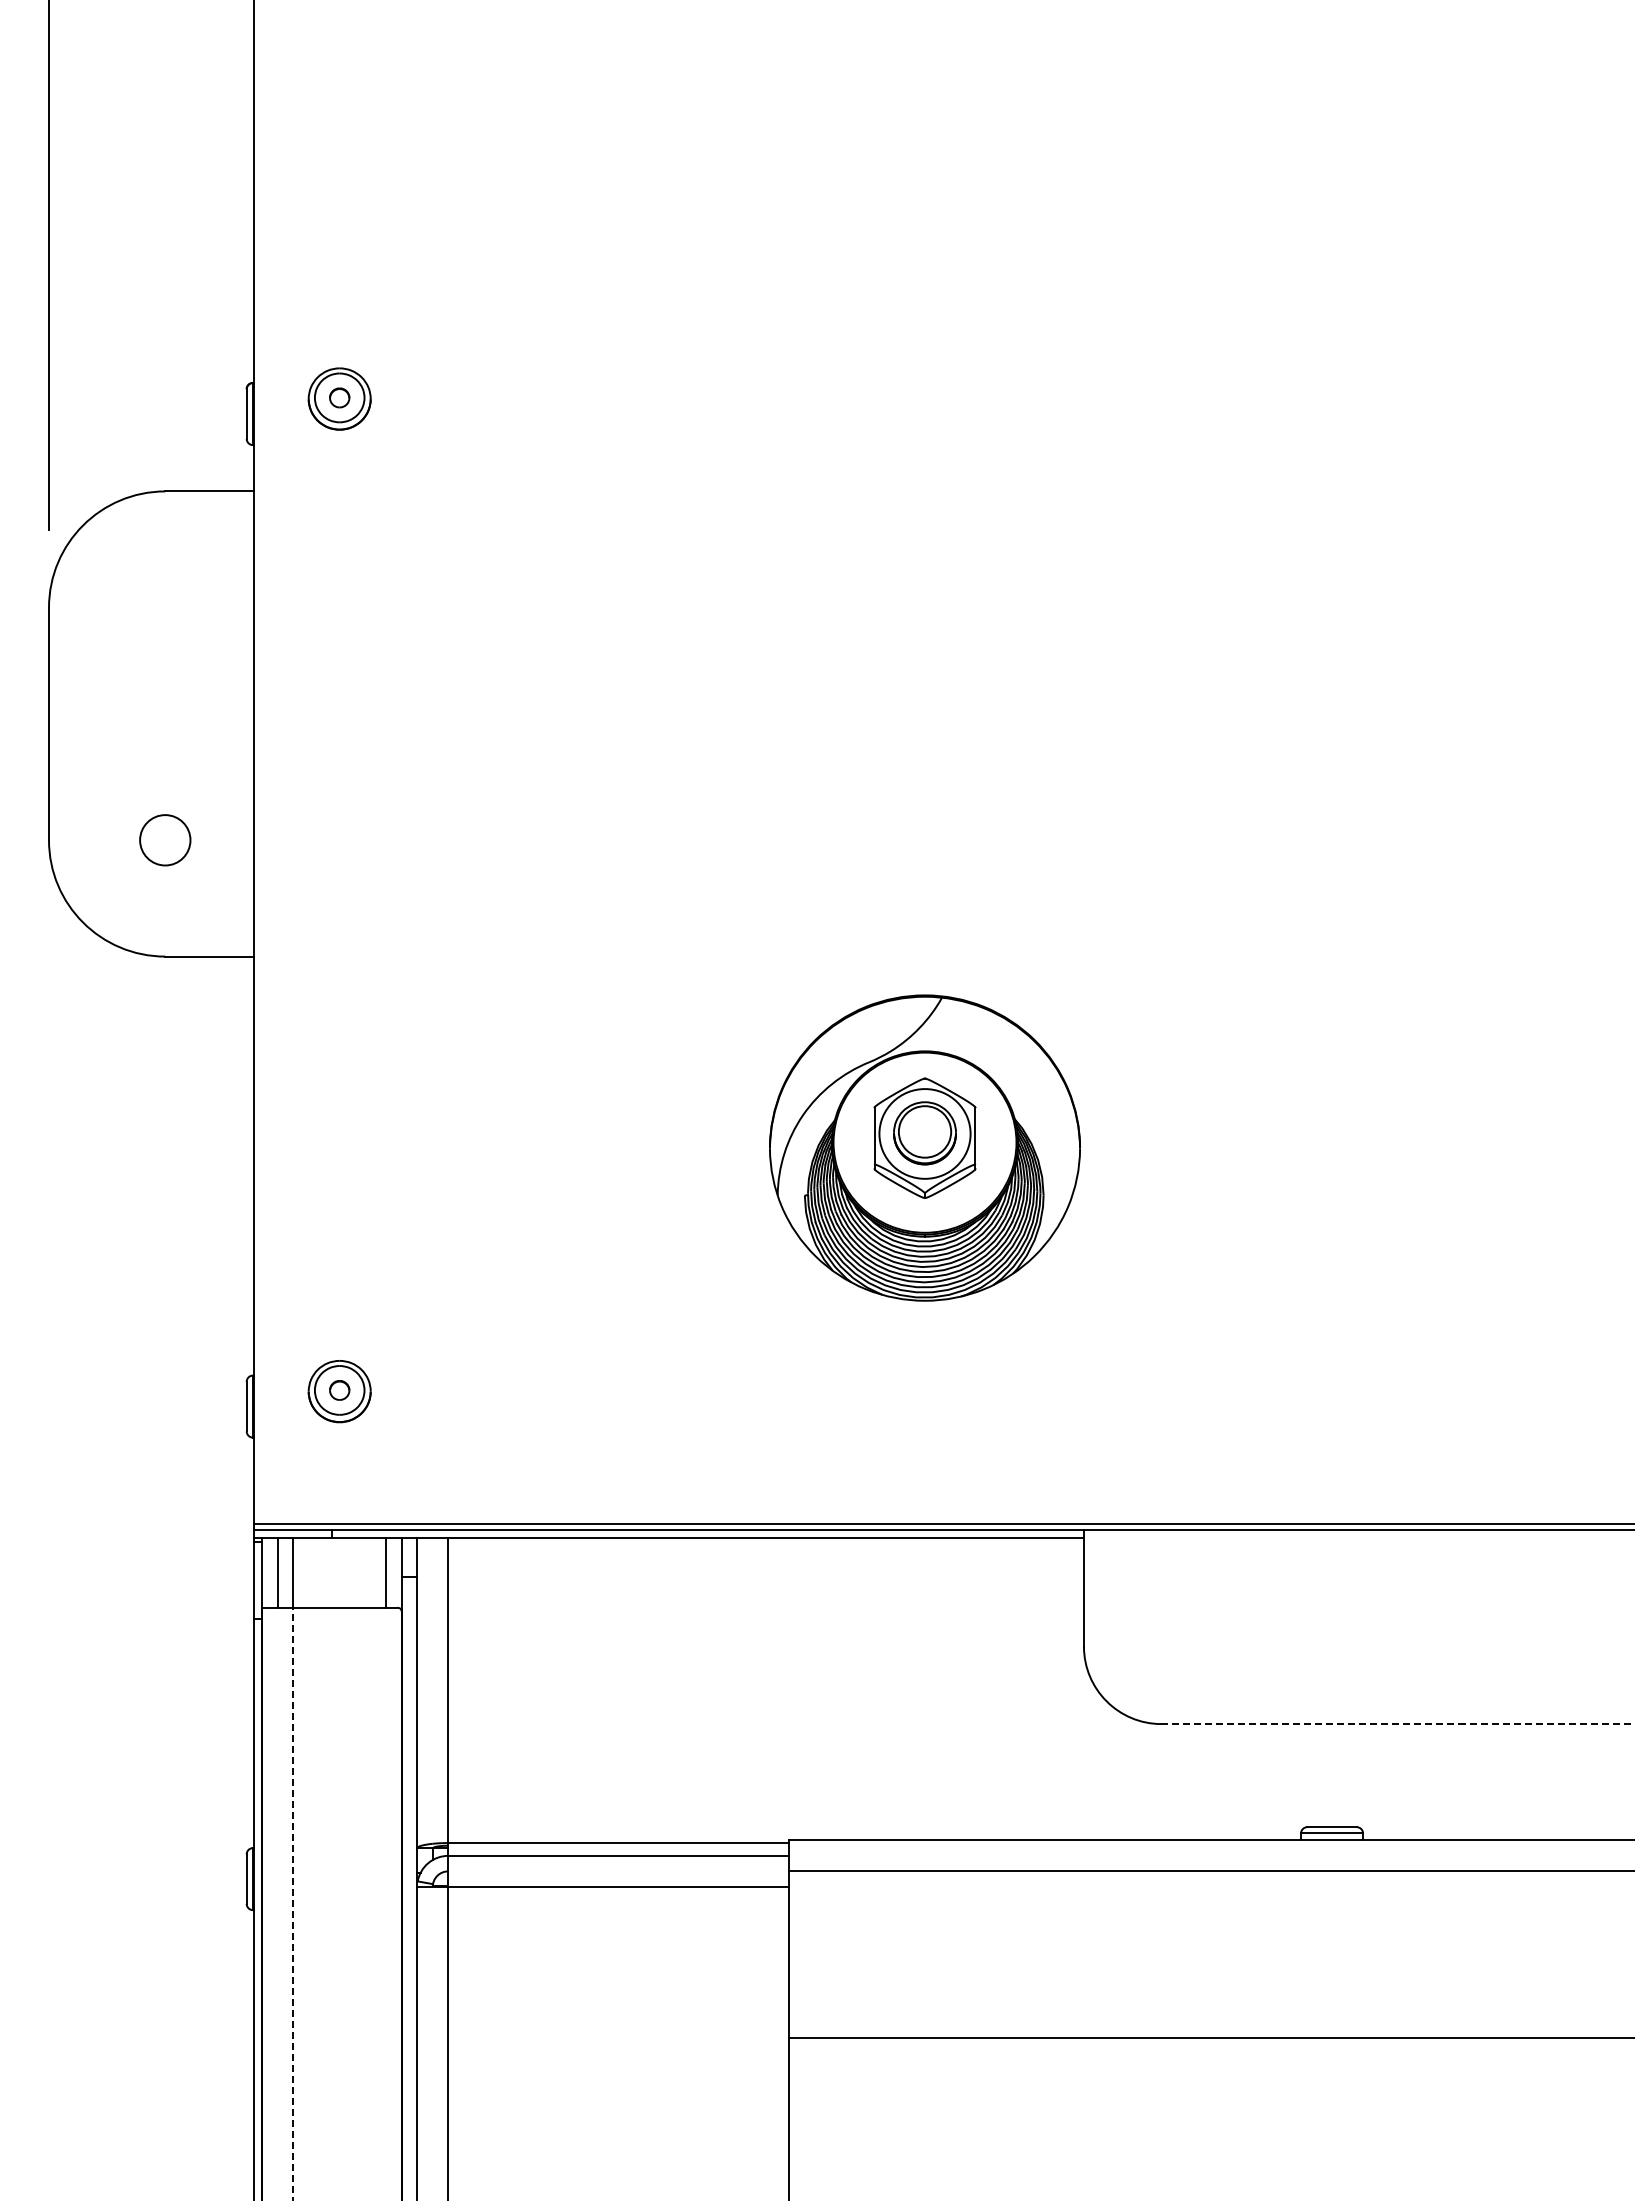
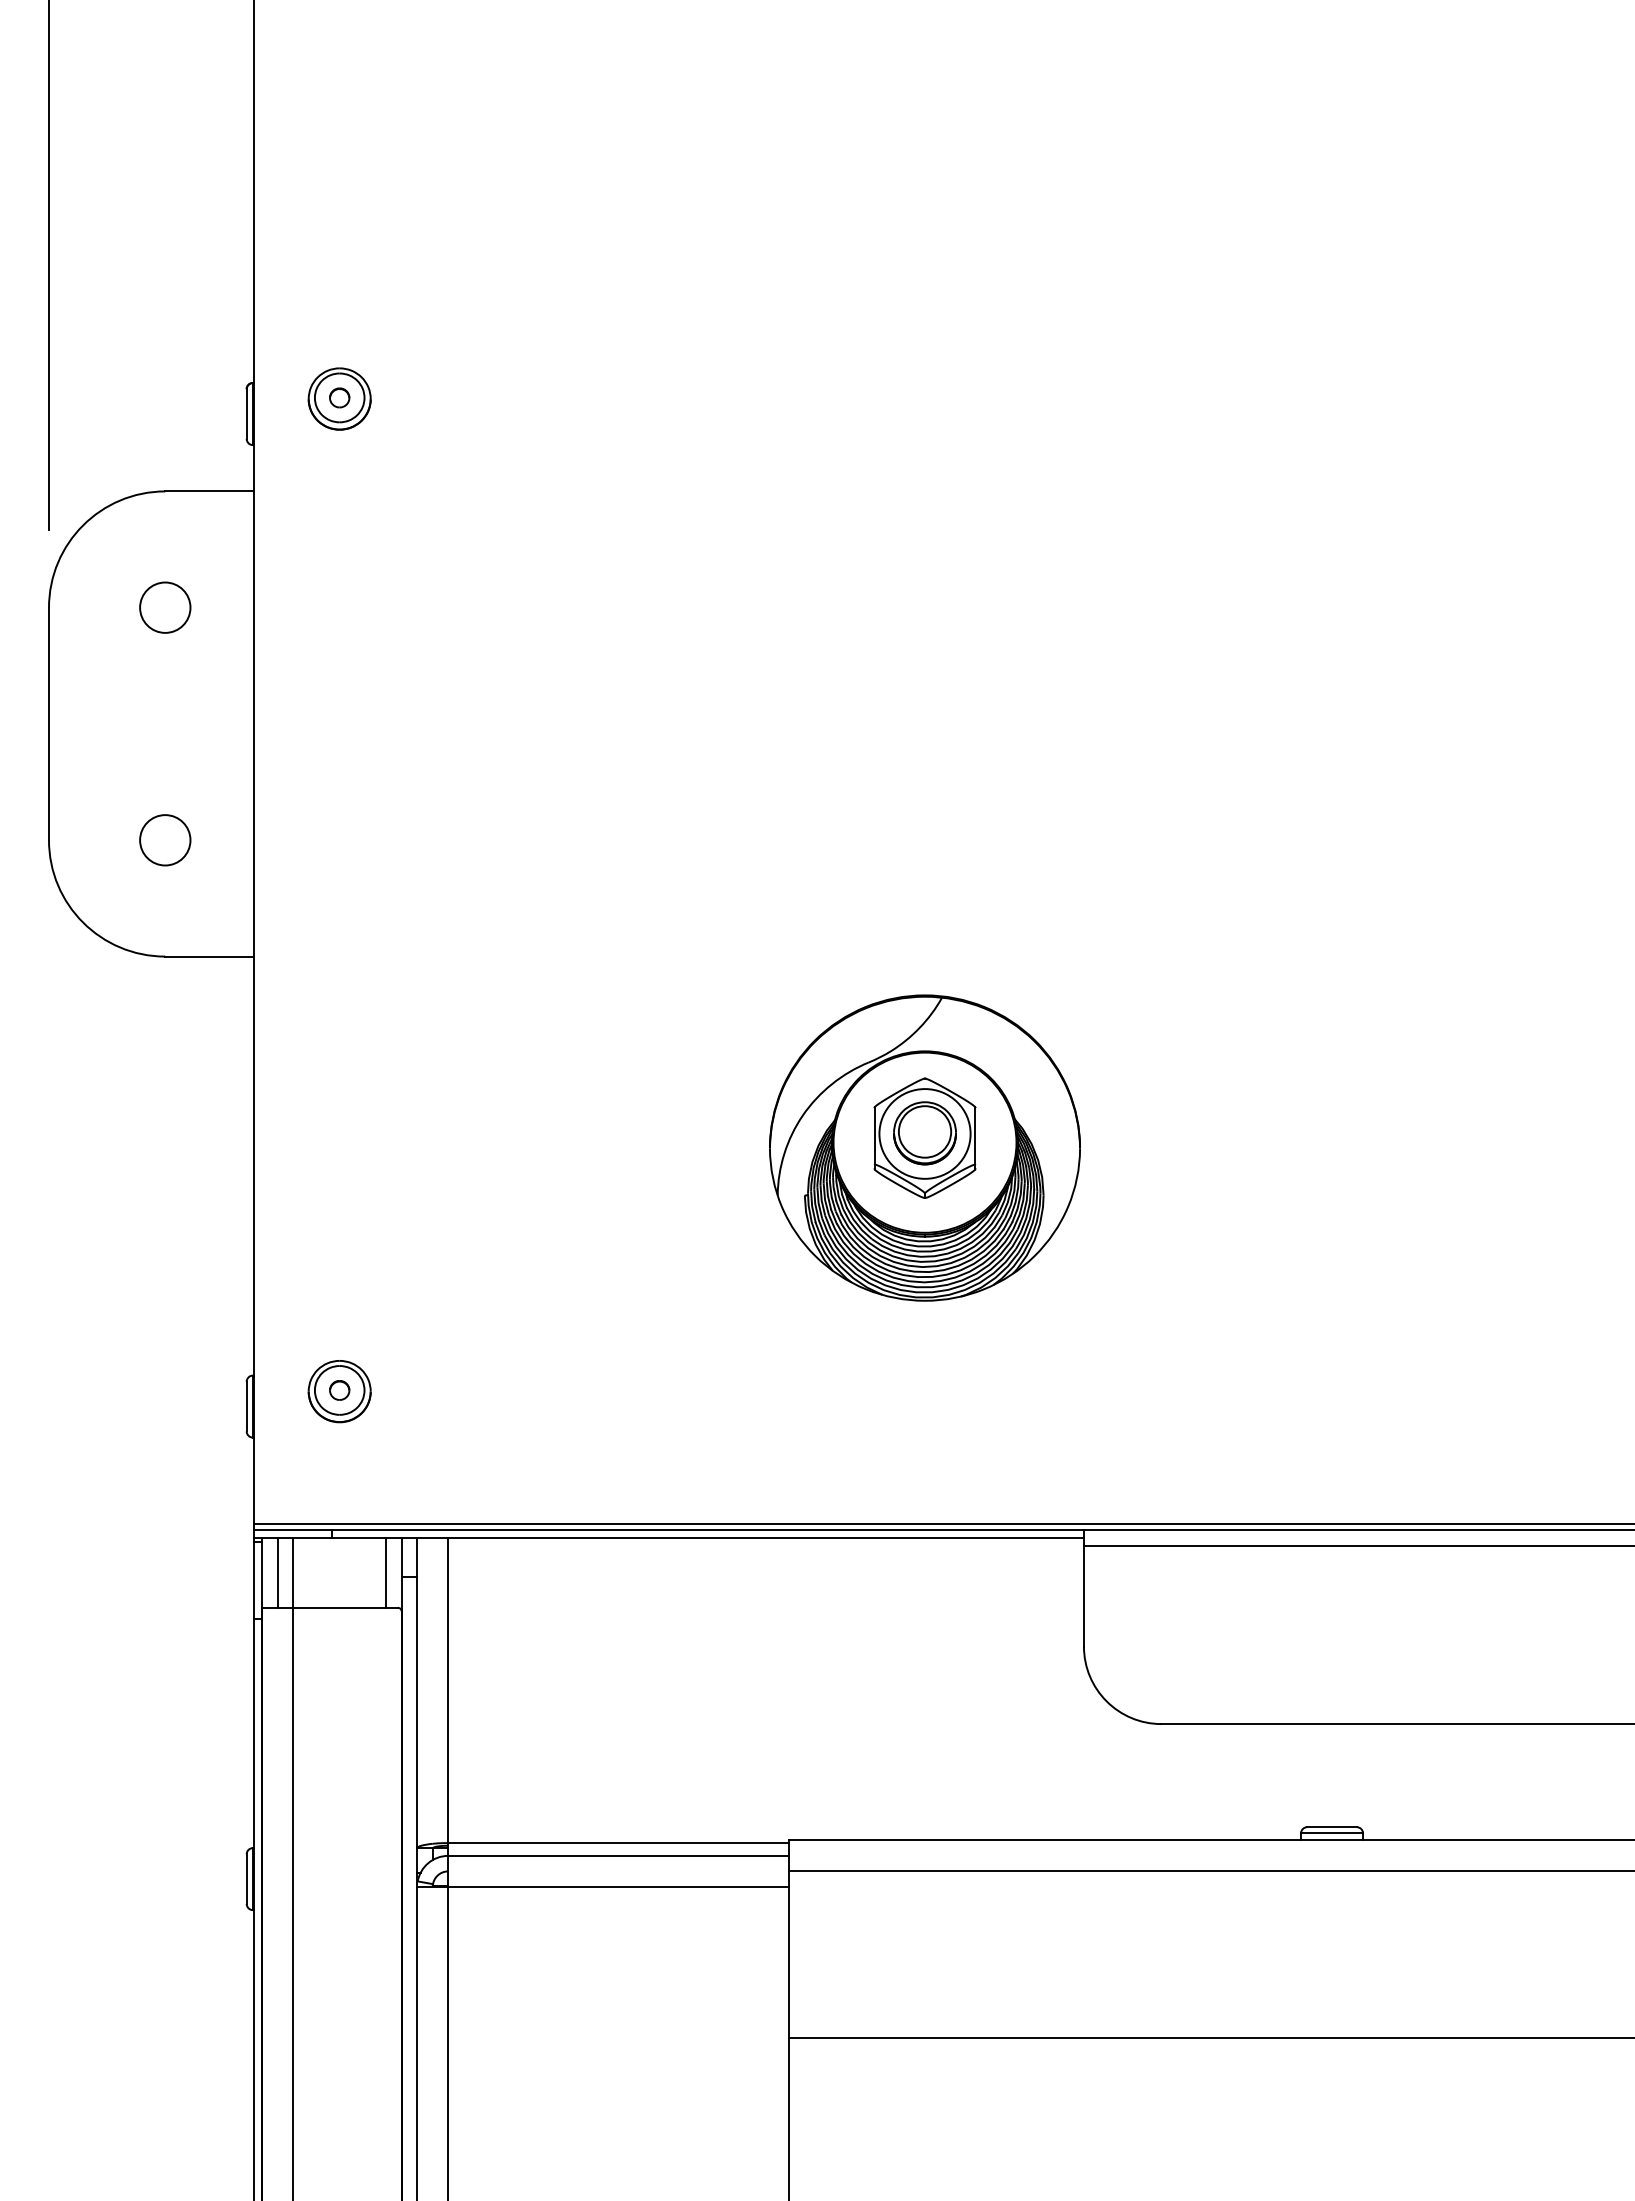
circle at (165, 607): none -> present
line at (1357, 1545): none -> present
line at (1398, 1724): dashed -> solid
line at (293, 1903): dashed -> solid
